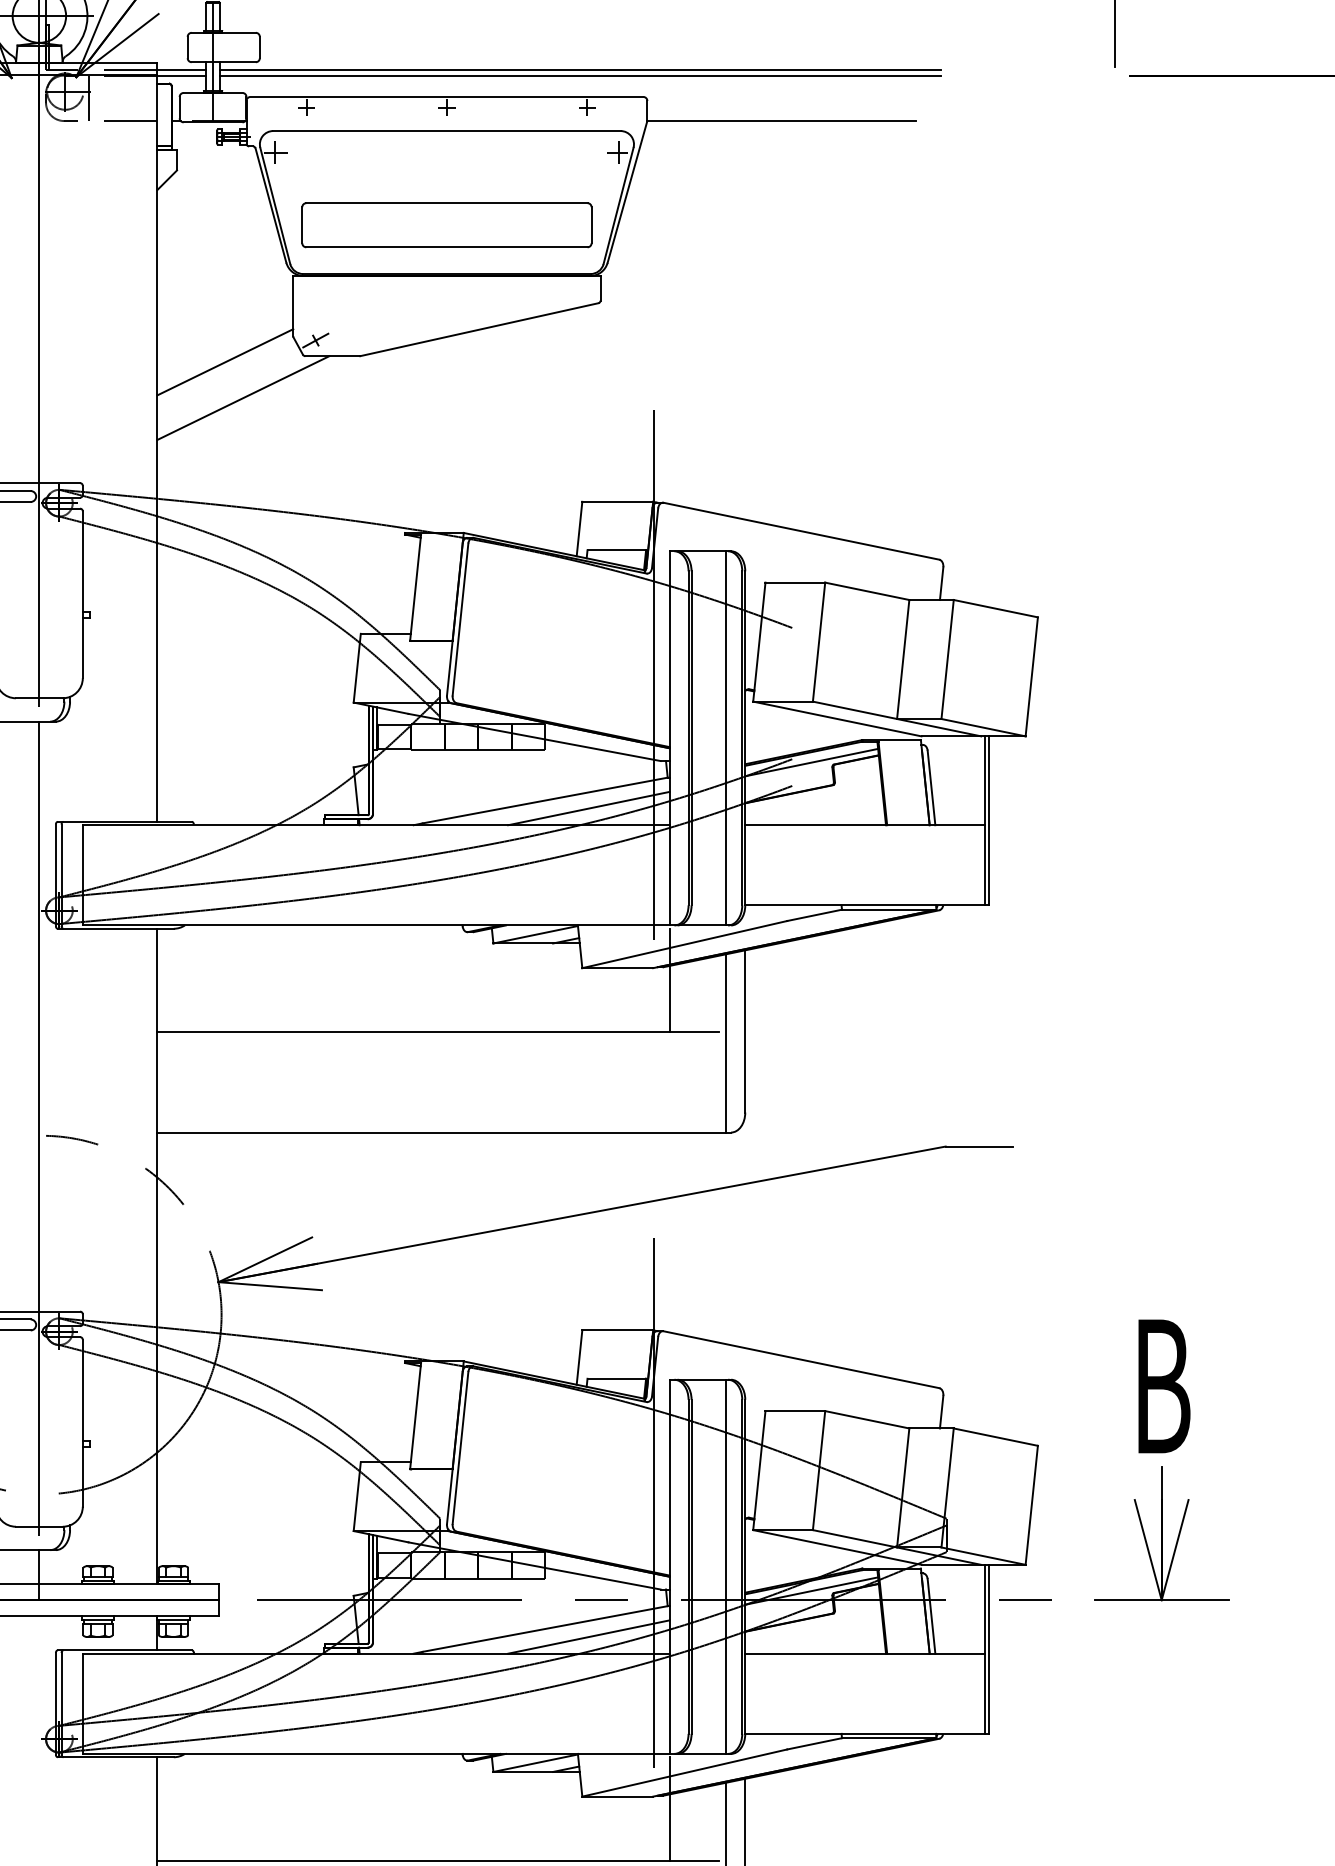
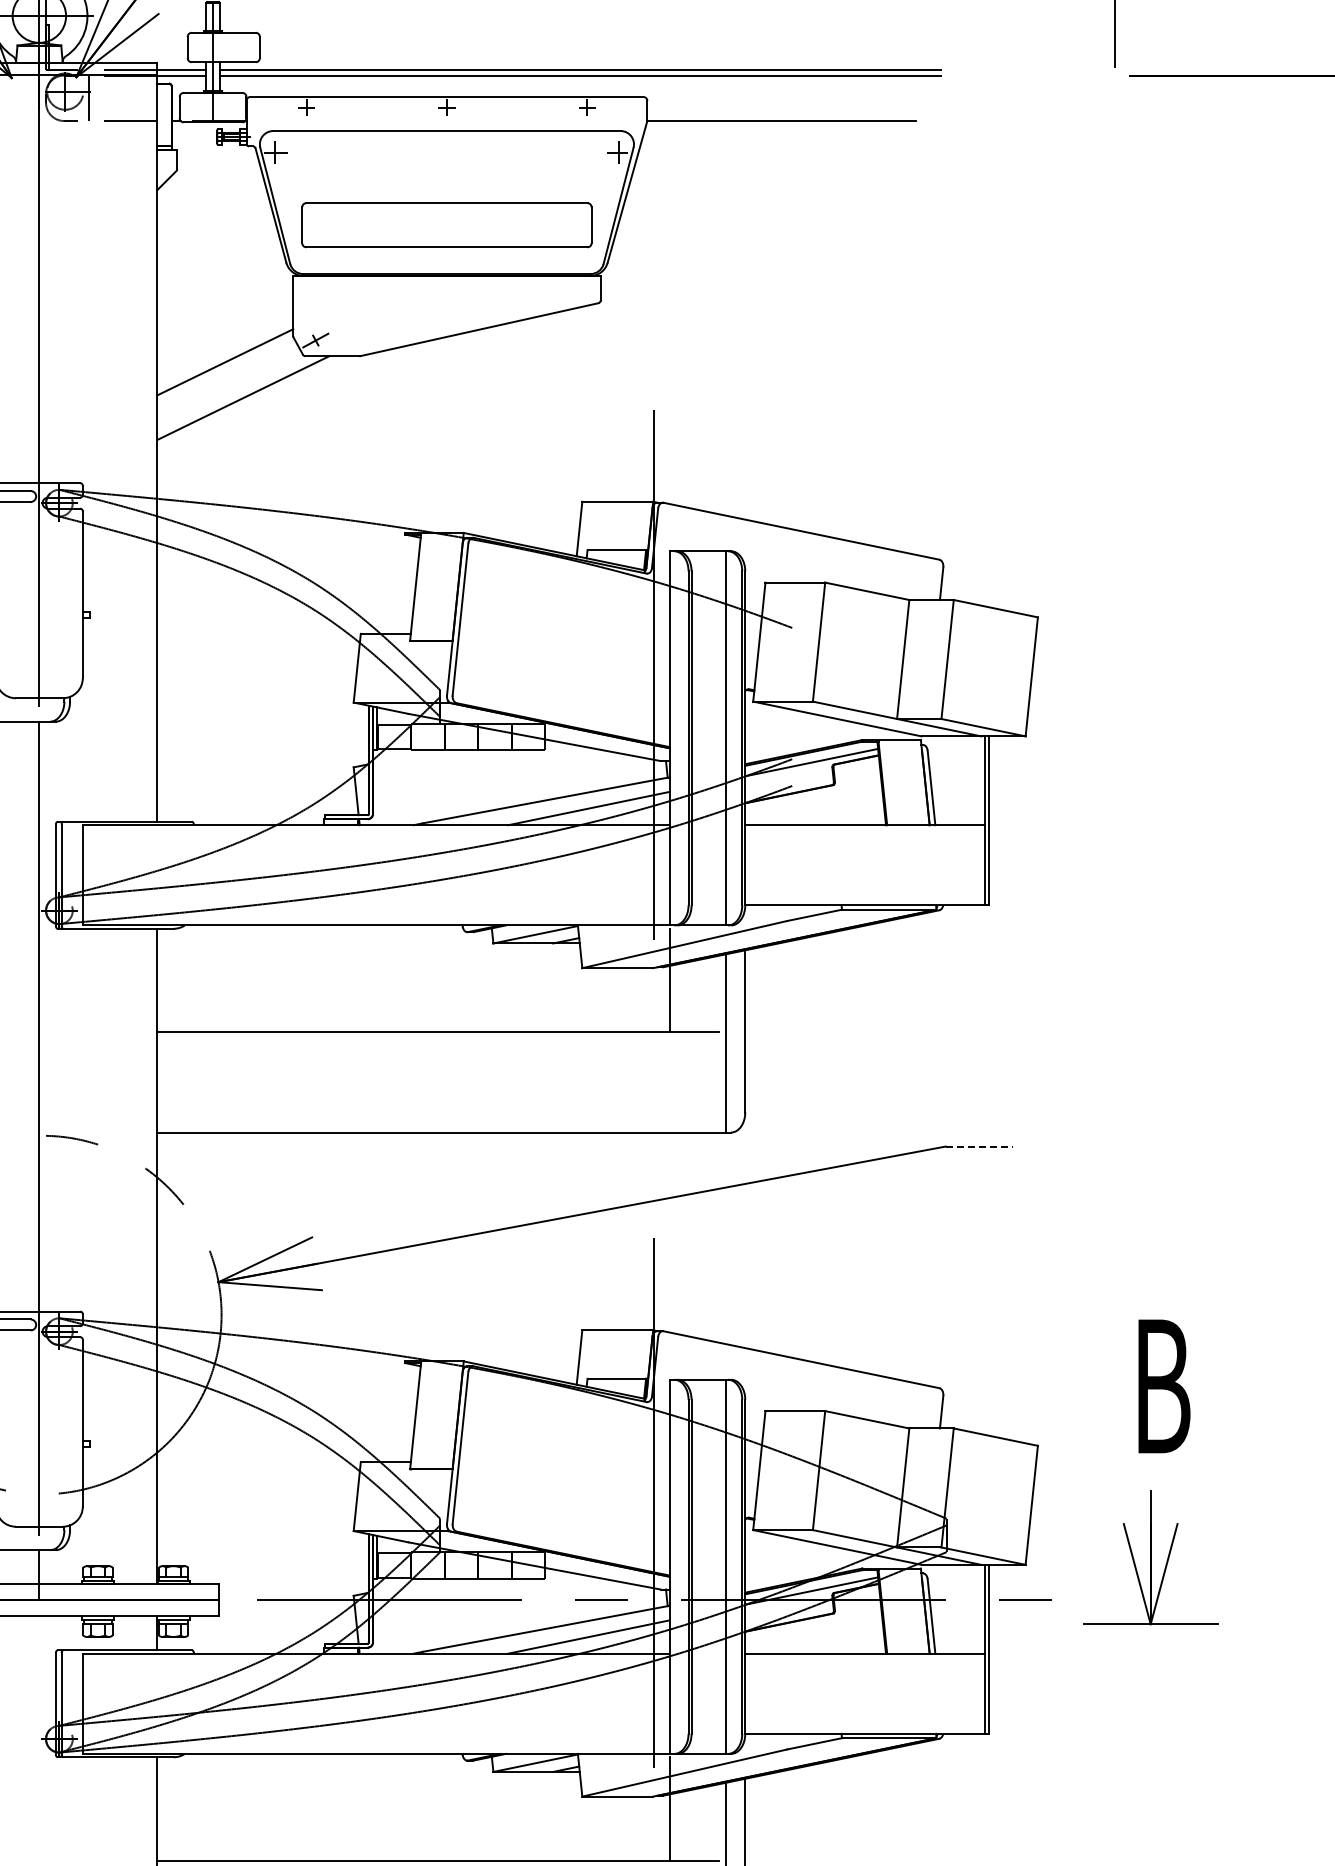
line at (979, 1146): solid -> dashed
part at (1161, 1533) position: (1161, 1533) -> (1150, 1557)
